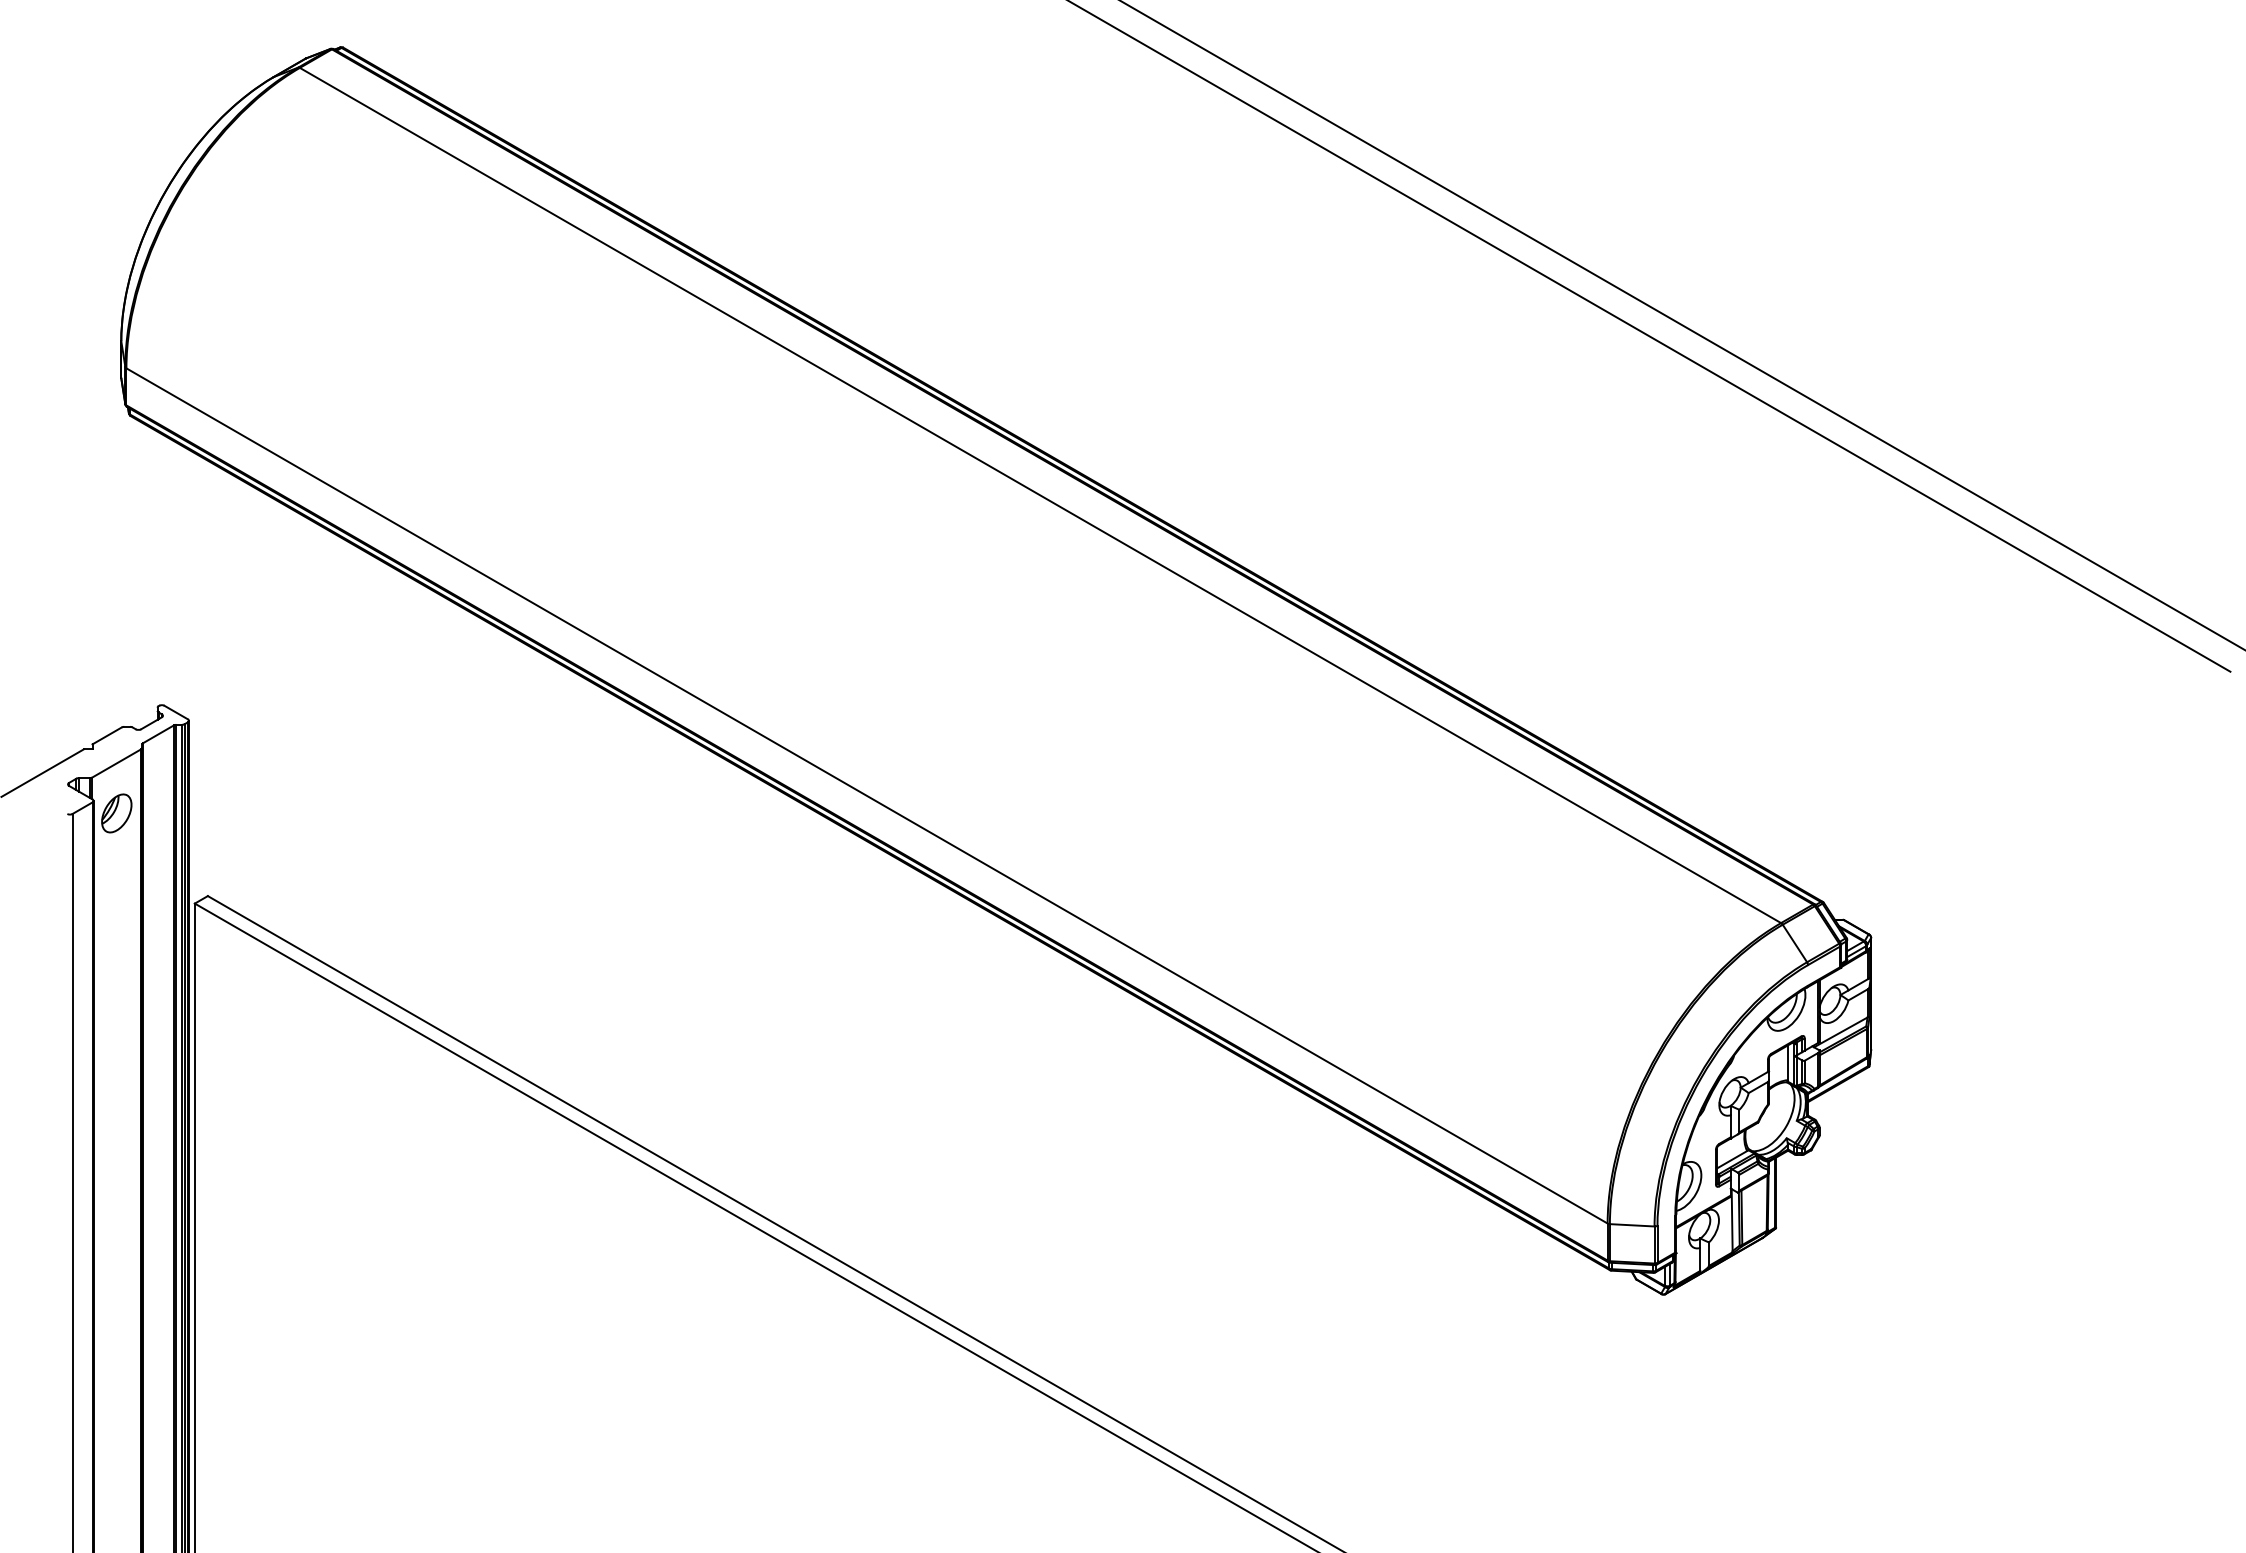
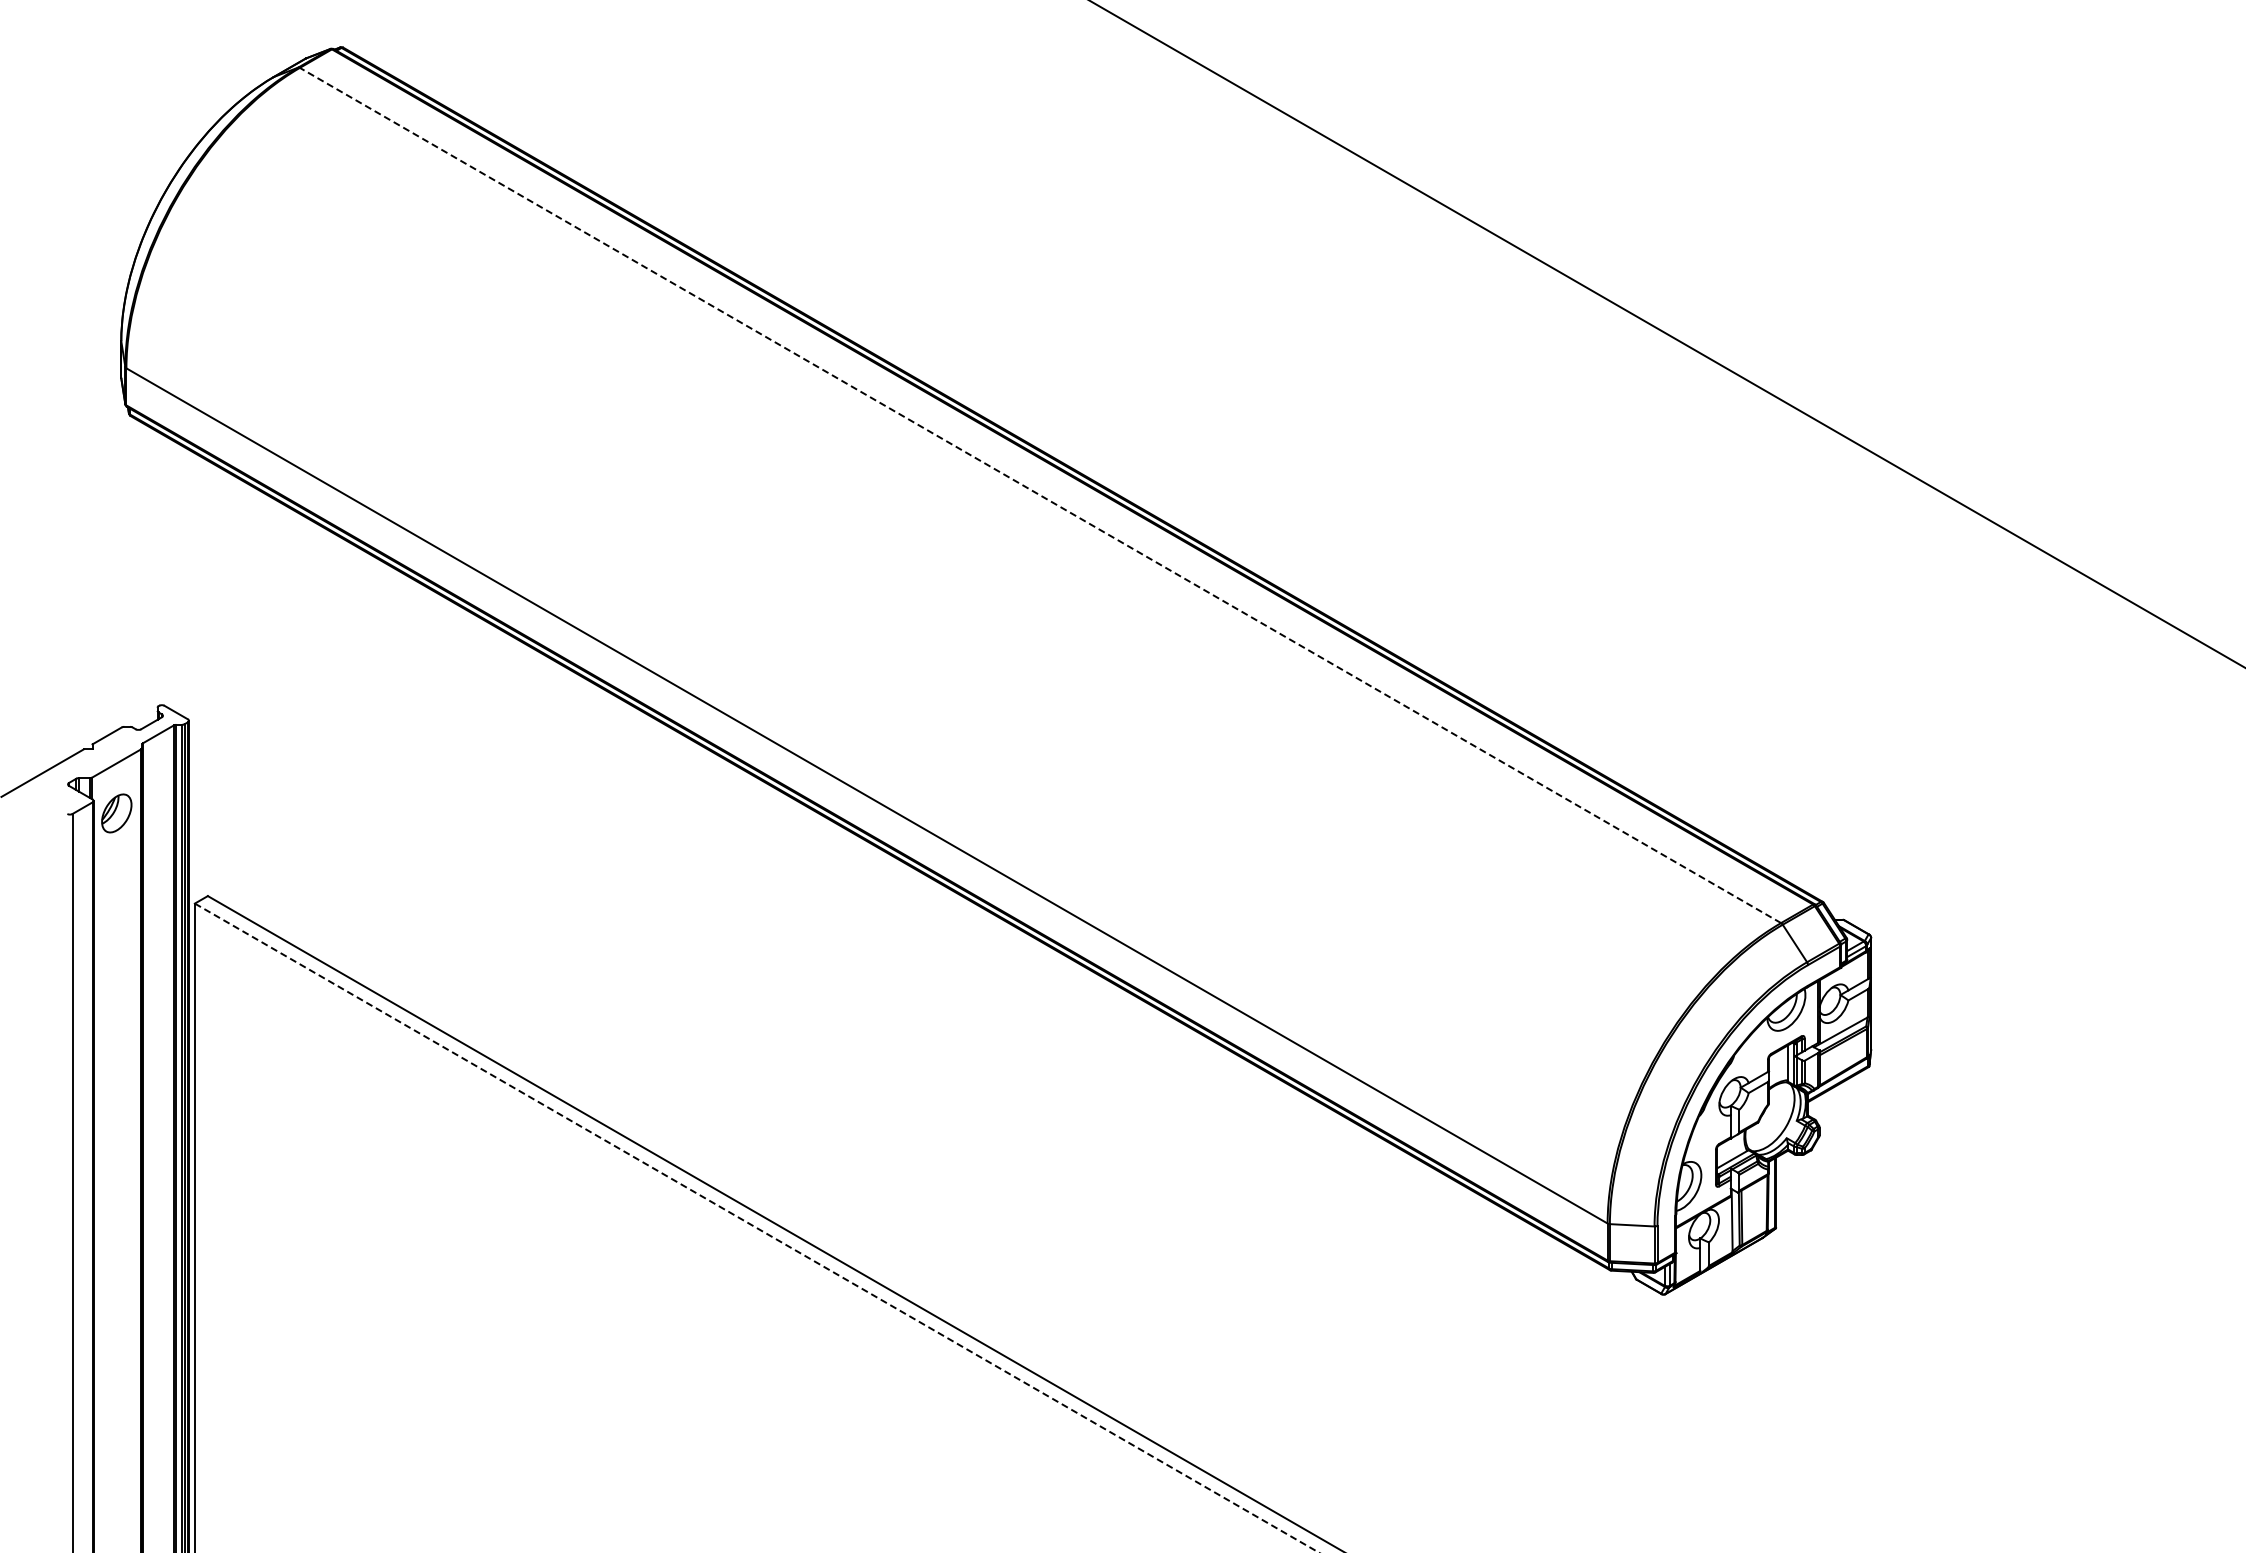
line at (1682, 325) position: (1682, 325) -> (1667, 334)
line at (1650, 336): present -> none
line at (1040, 495): solid -> dashed
line at (757, 1228): solid -> dashed
